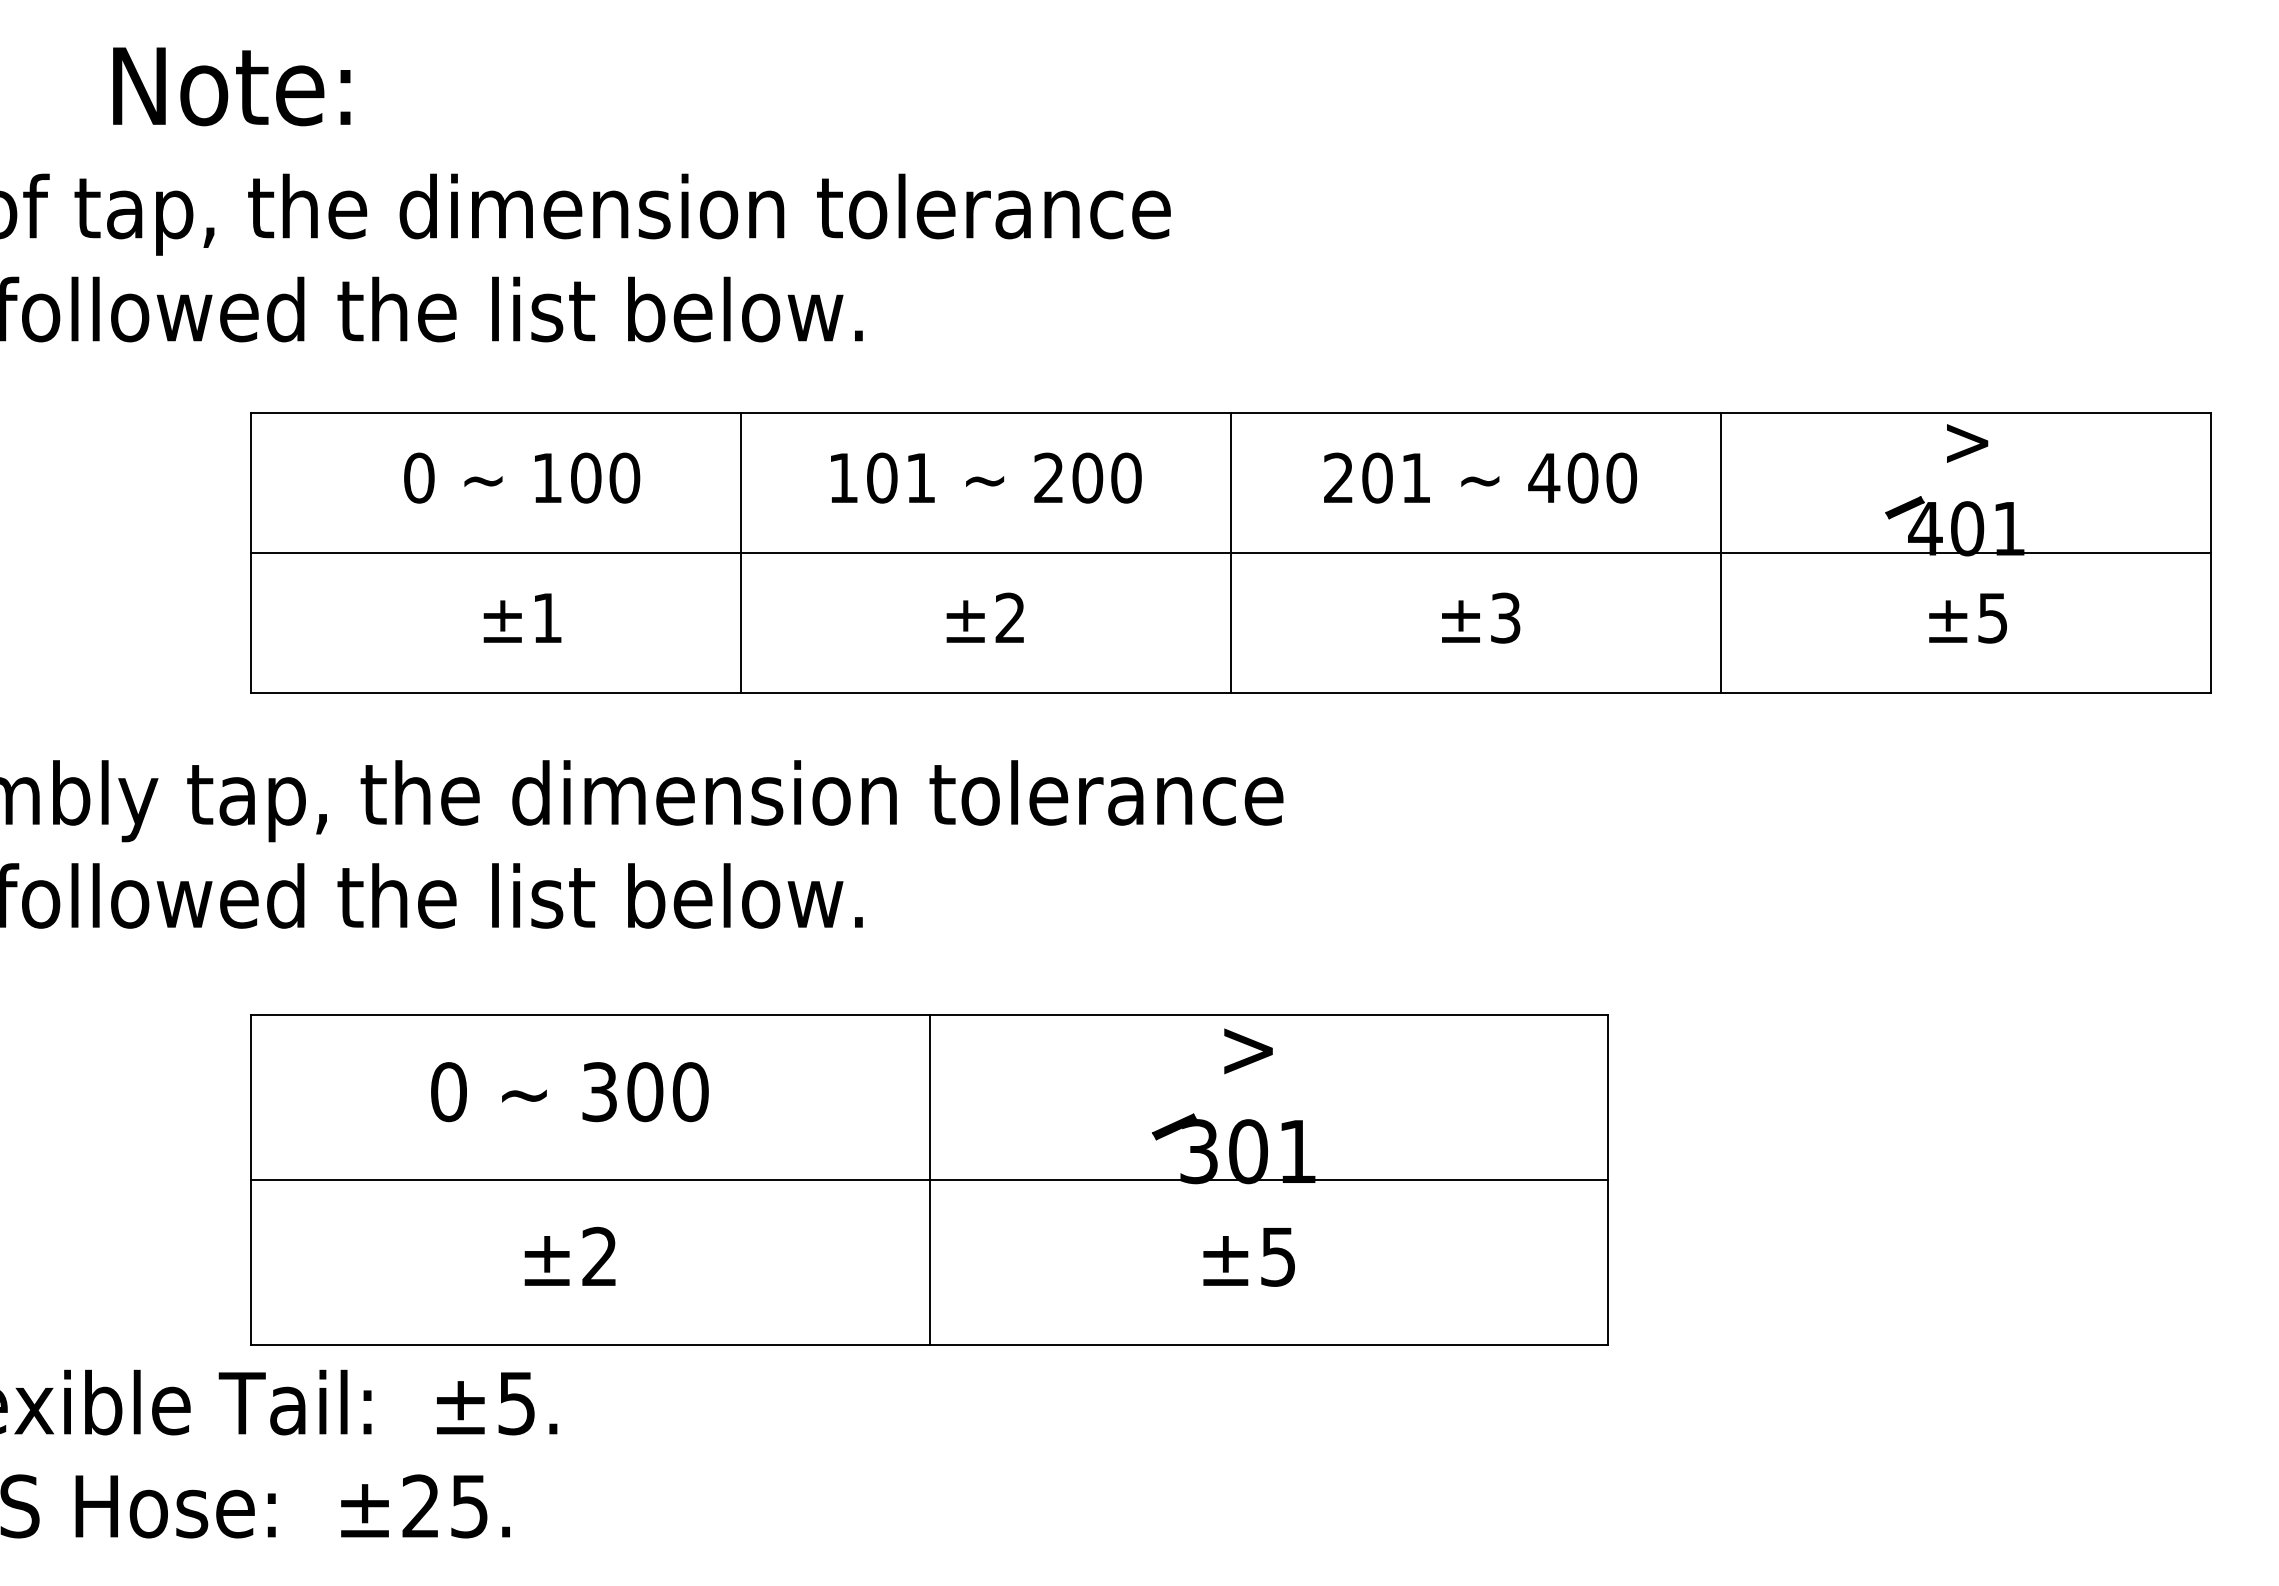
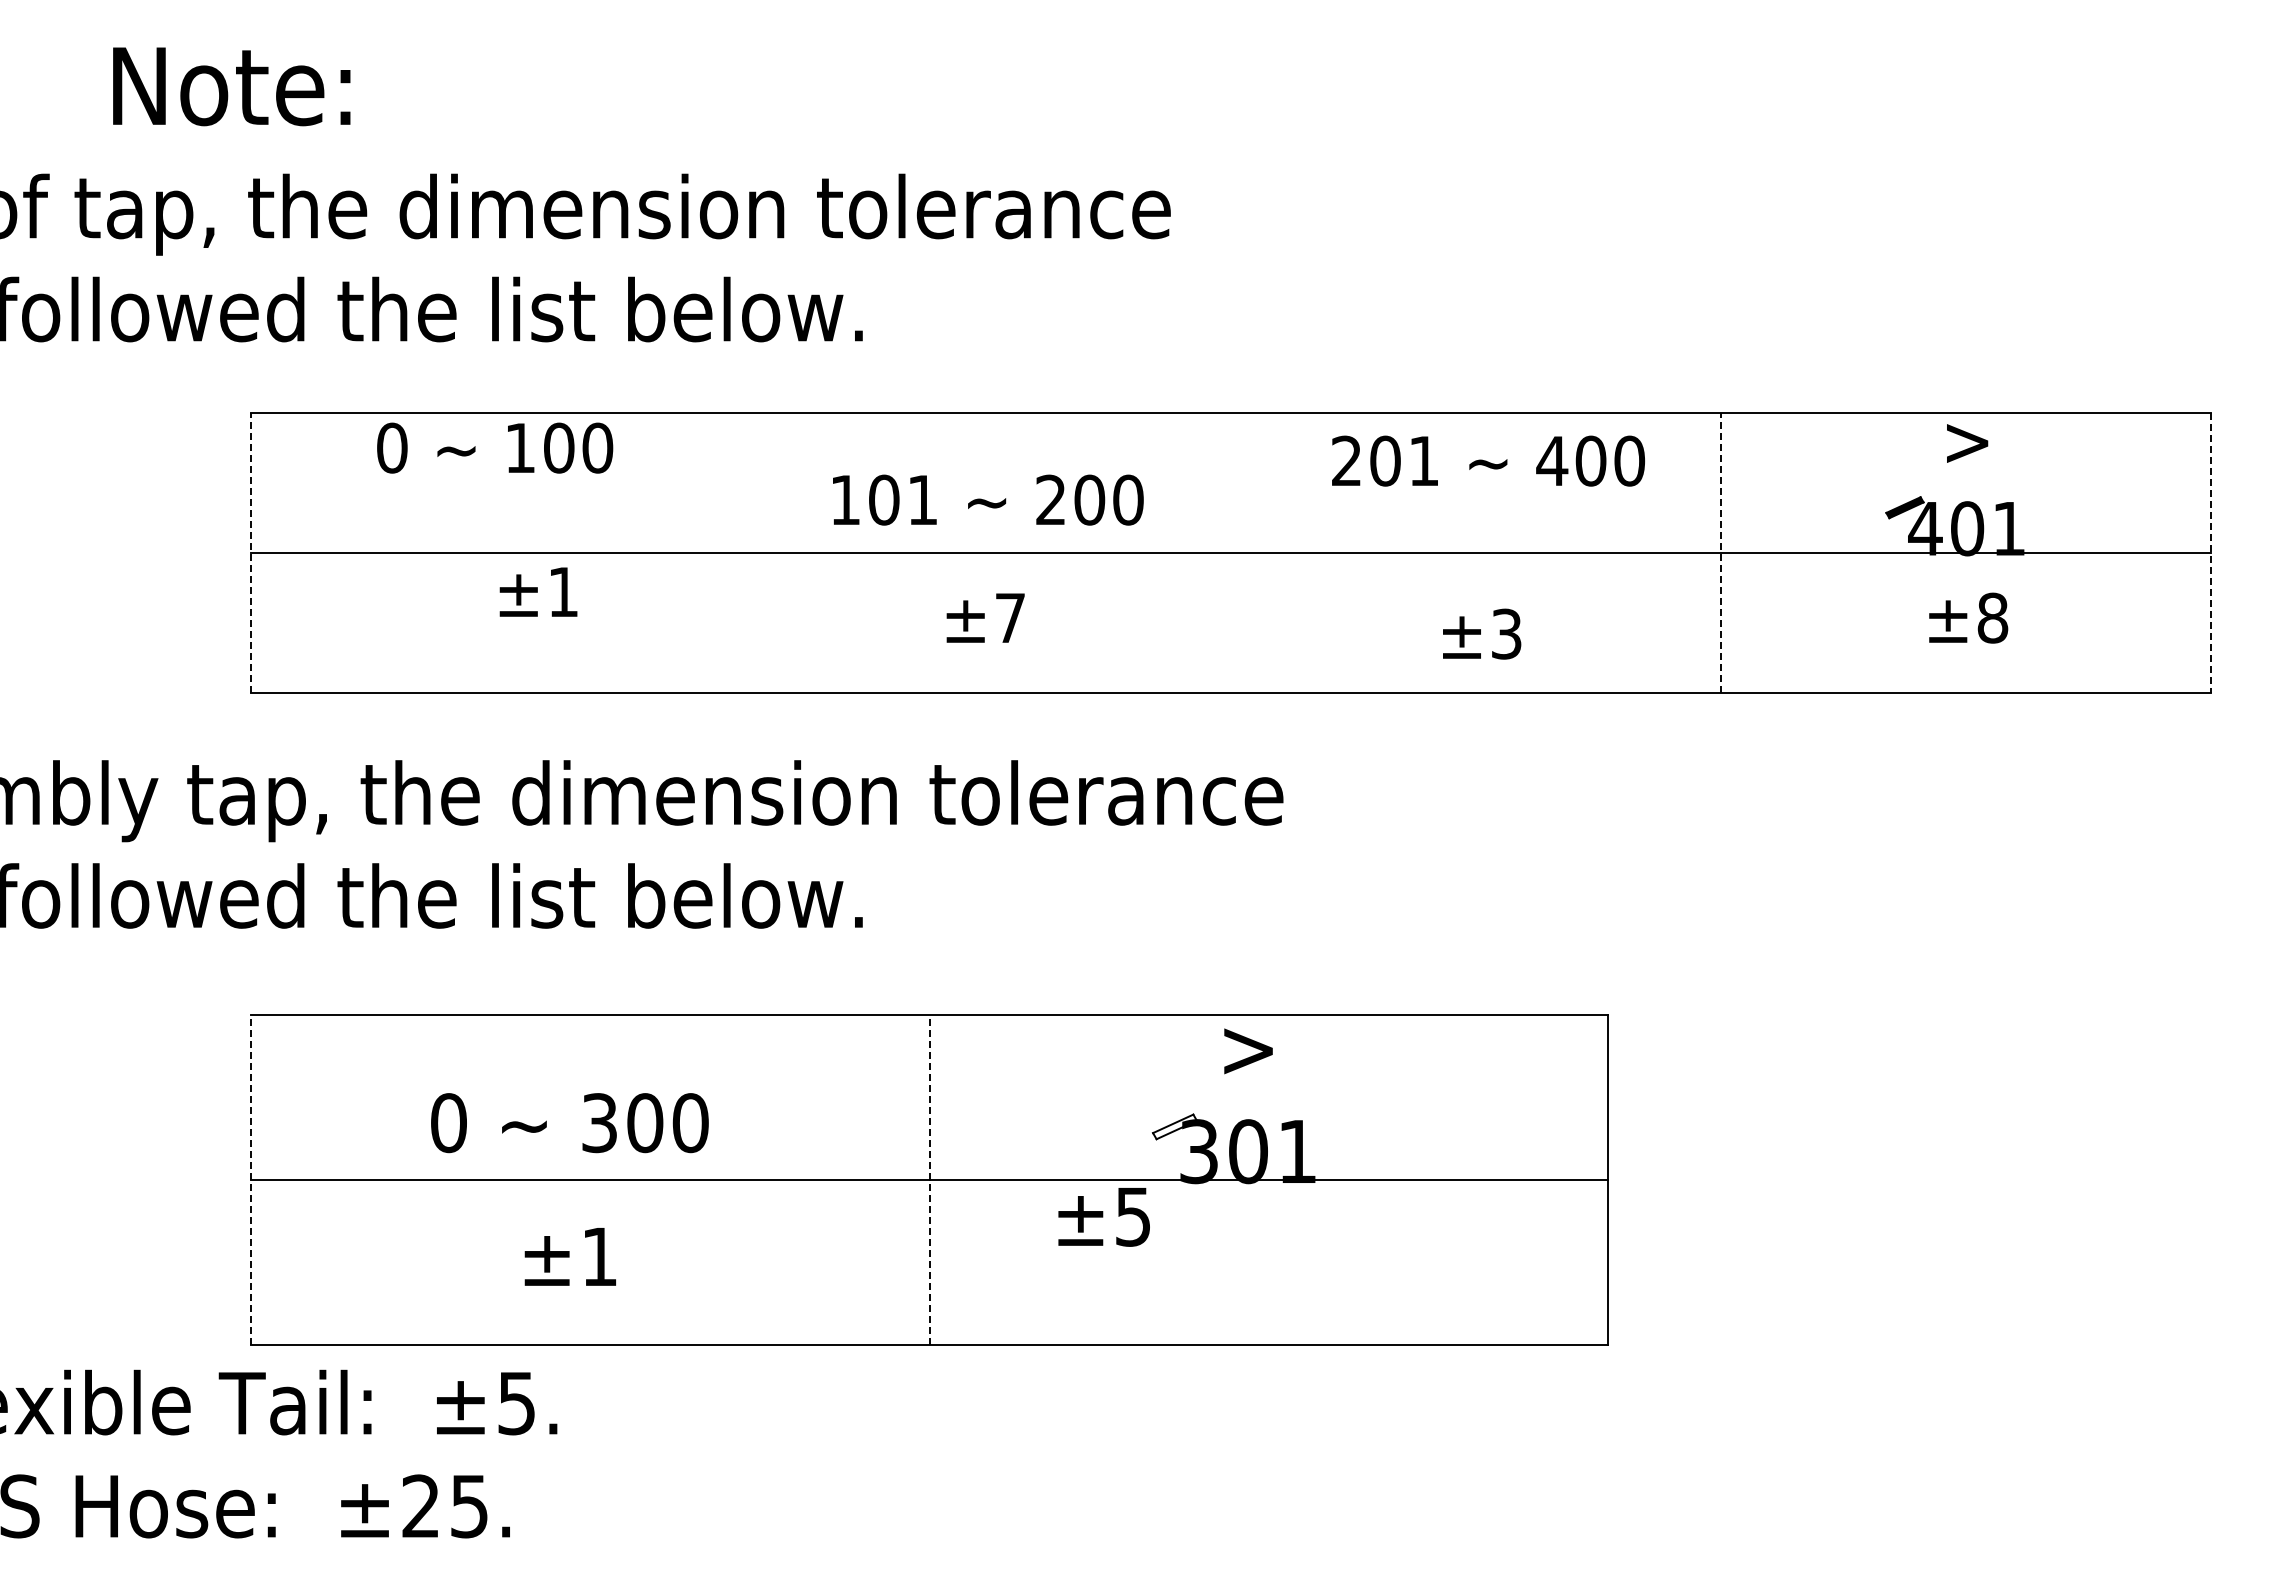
text at (522, 477) position: (522, 477) -> (495, 447)
text at (986, 477) position: (986, 477) -> (988, 499)
text at (1480, 477) position: (1480, 477) -> (1488, 460)
line at (251, 552): solid -> dashed
line at (740, 552): present -> none
line at (1230, 552): present -> none
line at (1720, 552): solid -> dashed
line at (2210, 553): solid -> dashed
text at (522, 617) position: (522, 617) -> (538, 591)
text at (1009, 617): ±2 -> ±7
text at (1481, 617) position: (1481, 617) -> (1482, 633)
text at (1992, 617): ±5 -> ±8
text at (569, 1092) position: (569, 1092) -> (569, 1123)
fill at (1174, 1126): present -> none
line at (251, 1180): solid -> dashed
line at (929, 1180): solid -> dashed
text at (599, 1255): ±2 -> ±1
text at (1248, 1257) position: (1248, 1257) -> (1103, 1217)
